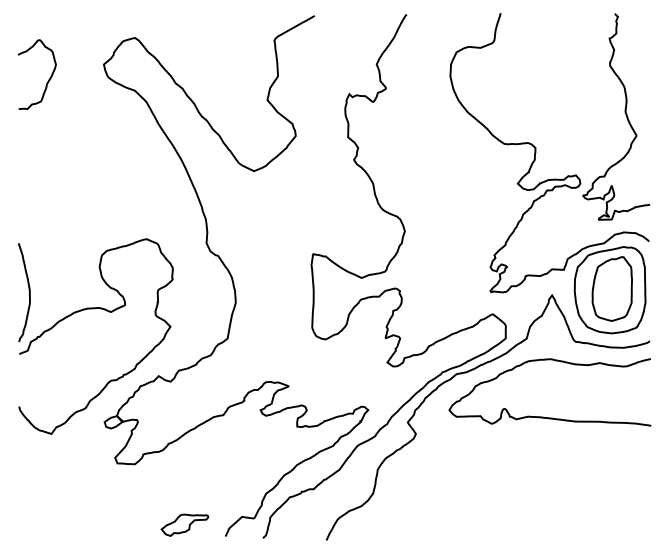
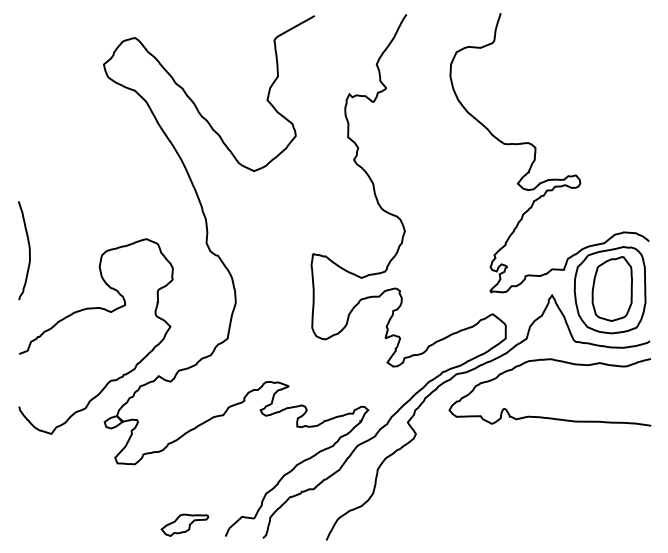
curve at (46, 82): present -> none
curve at (624, 112): present -> none
curve at (28, 290) position: (28, 290) -> (28, 248)
